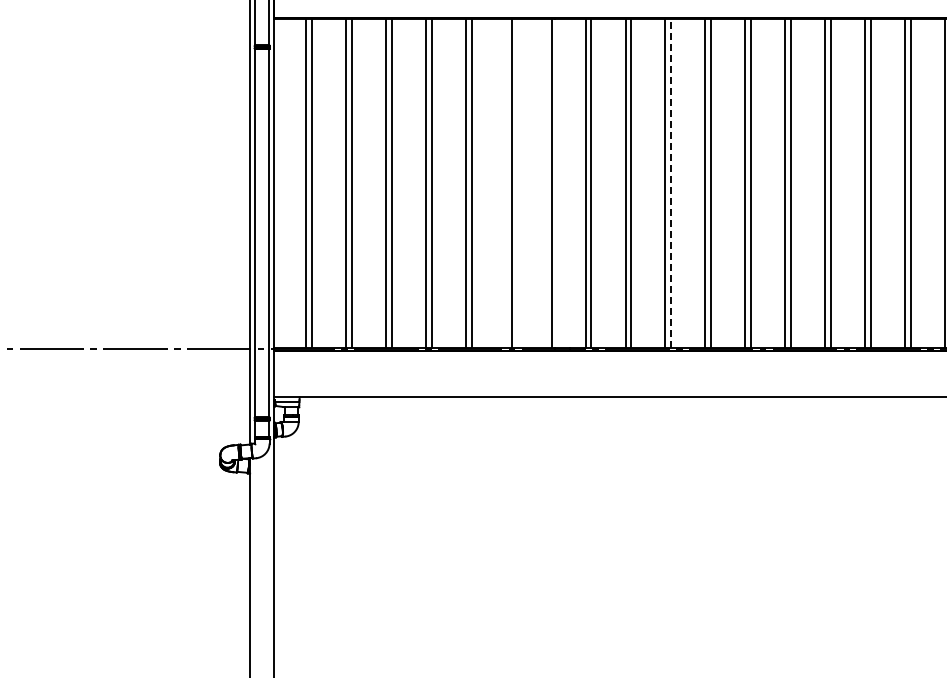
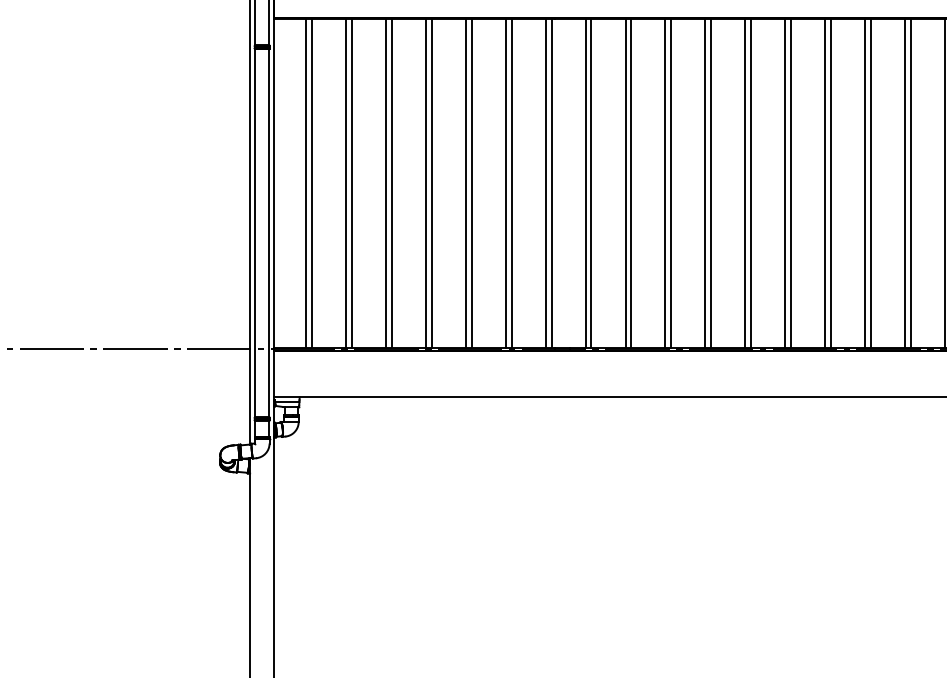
line at (505, 183): none -> present
line at (545, 183): none -> present
line at (671, 183): dashed -> solid
